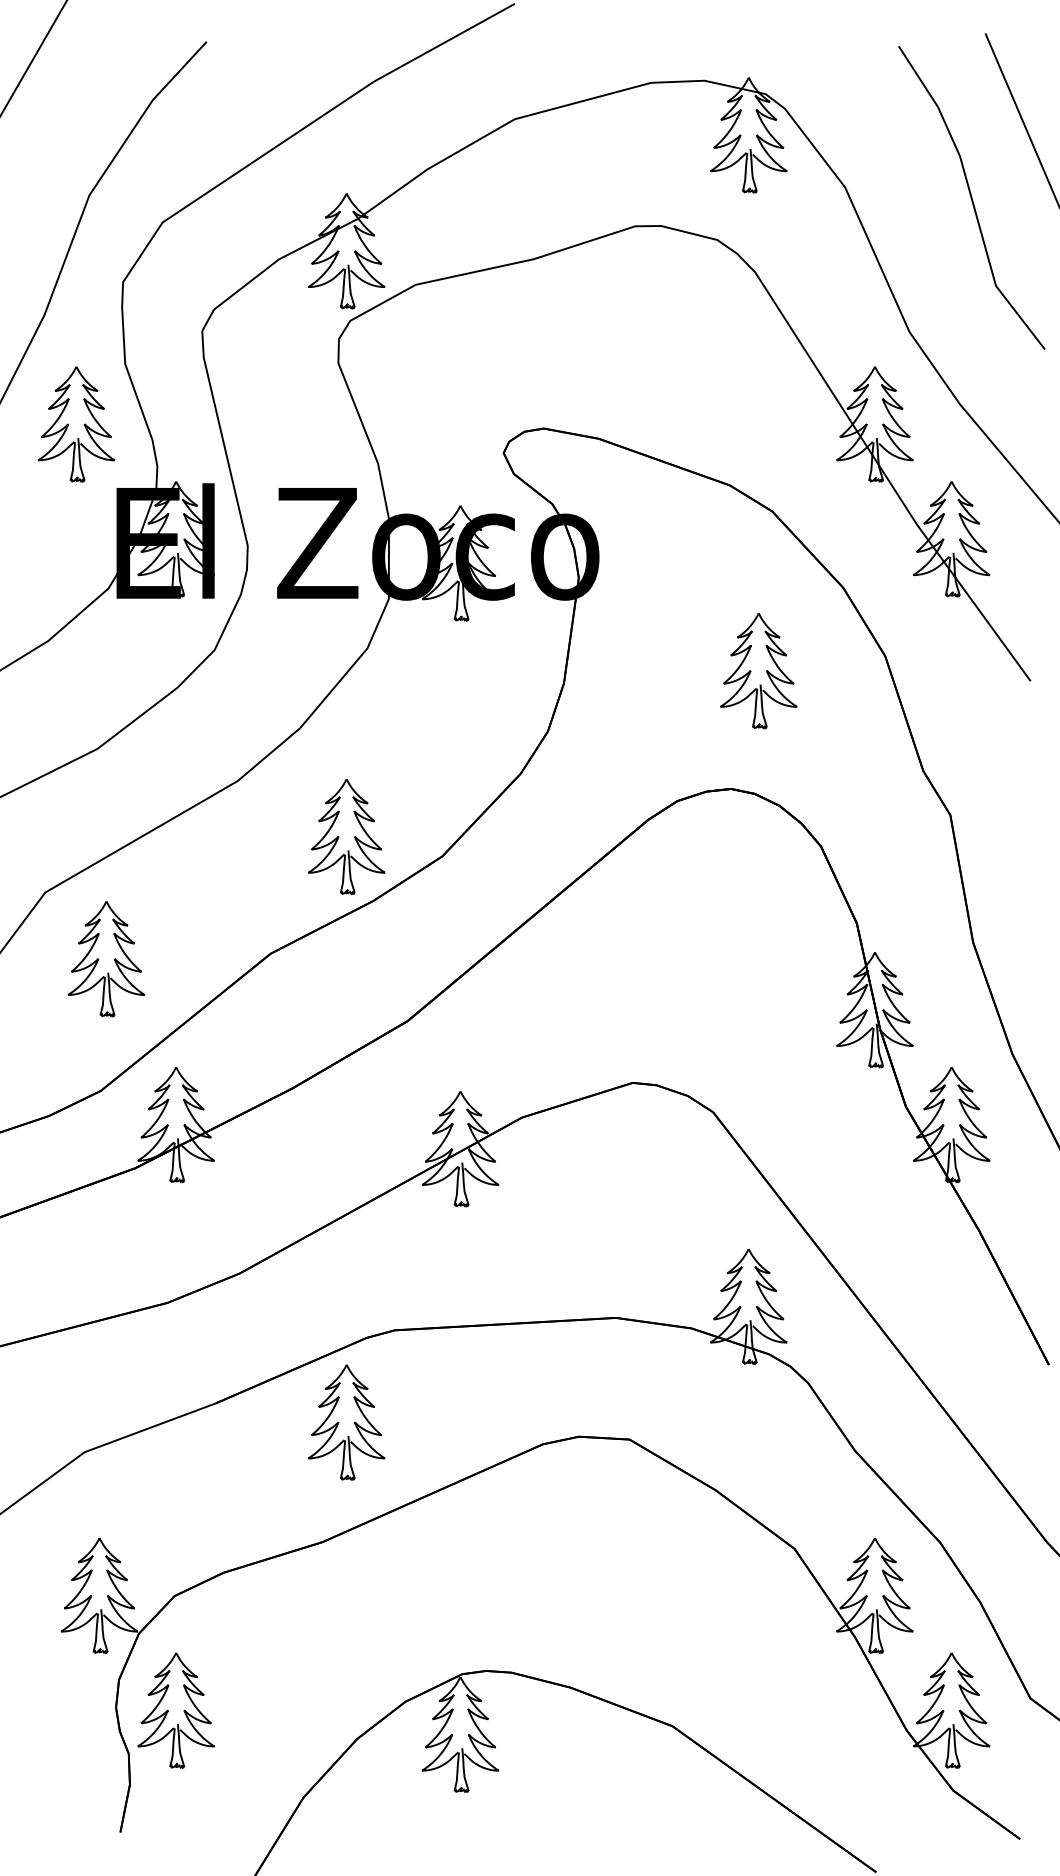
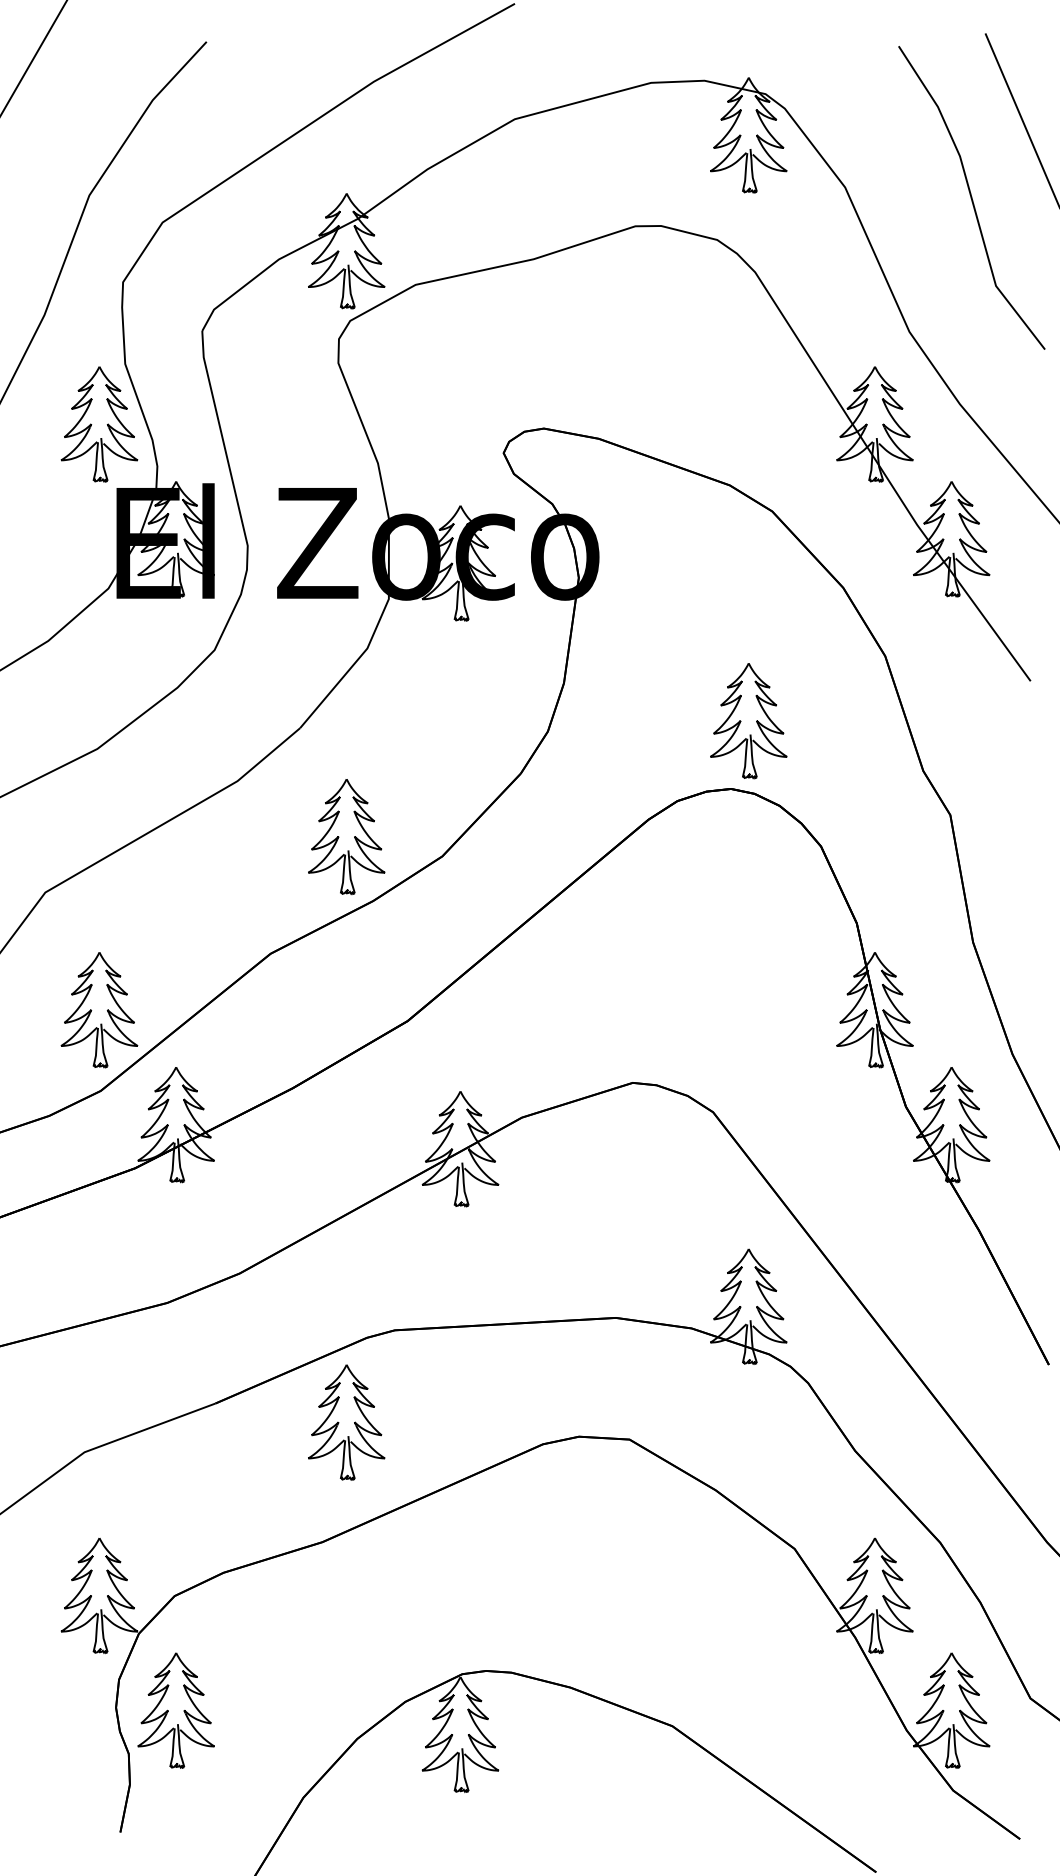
part at (76, 424) position: (76, 424) -> (99, 424)
part at (758, 671) position: (758, 671) -> (748, 721)
part at (106, 959) position: (106, 959) -> (99, 1010)
